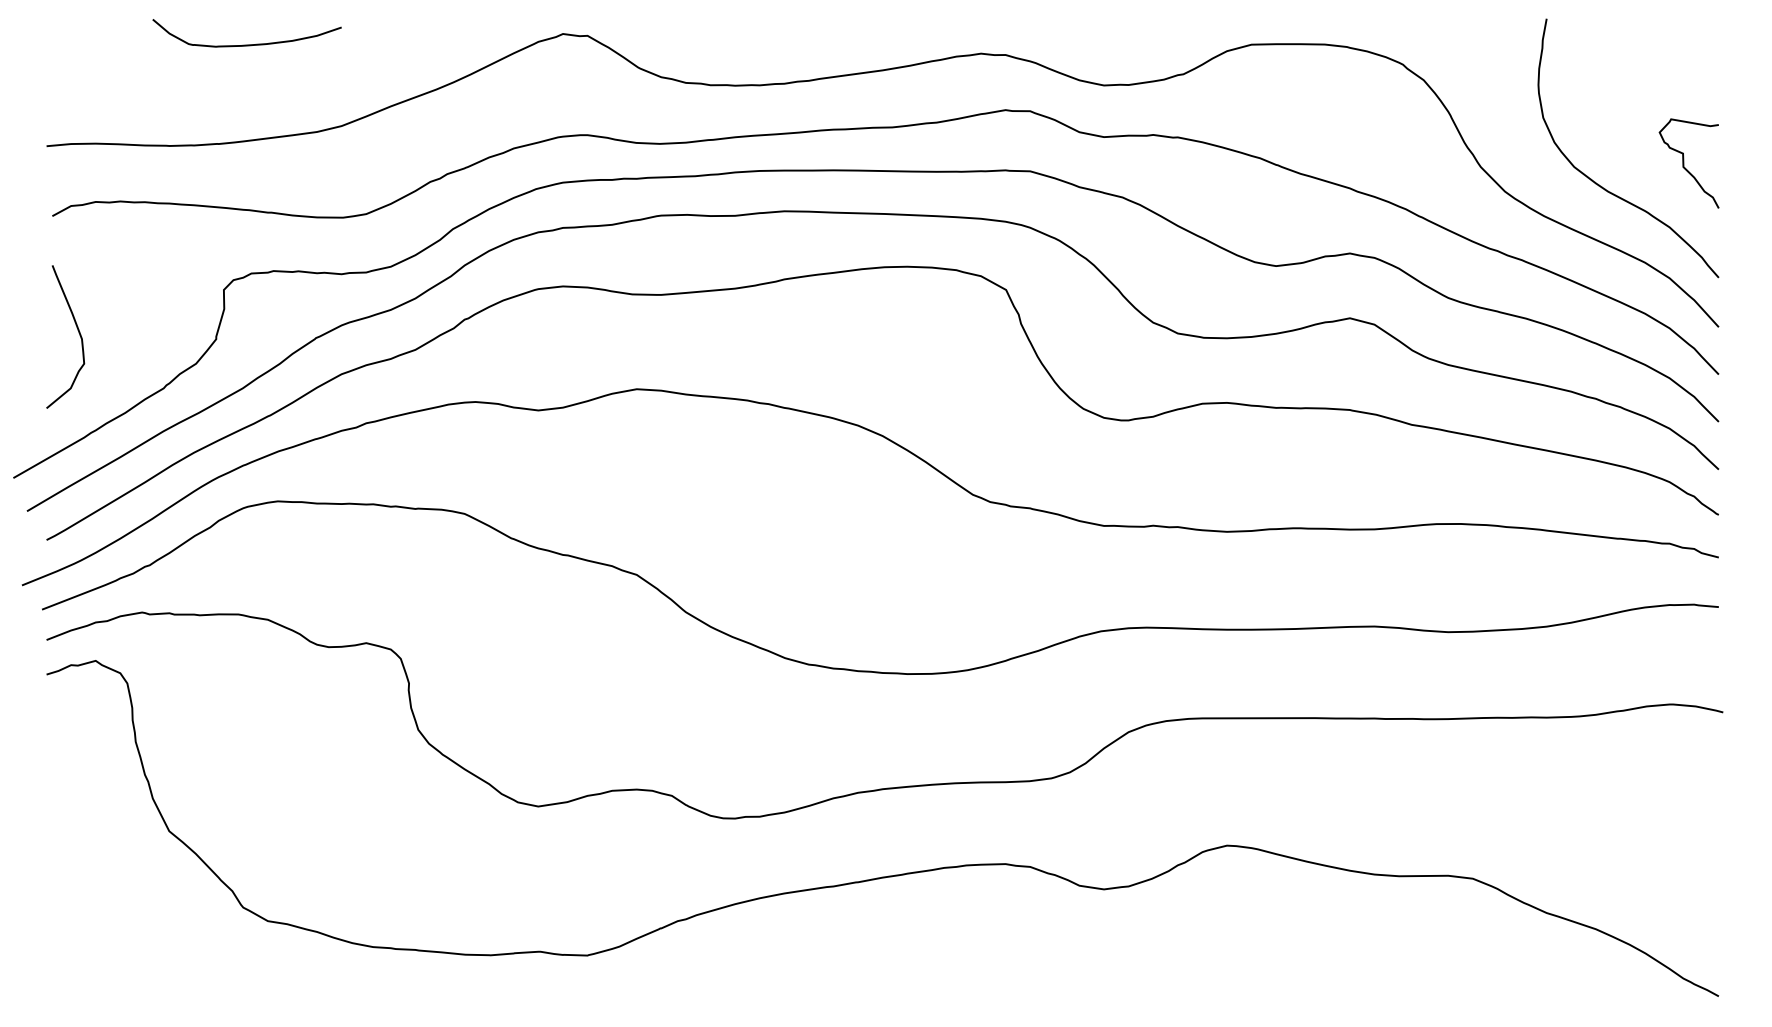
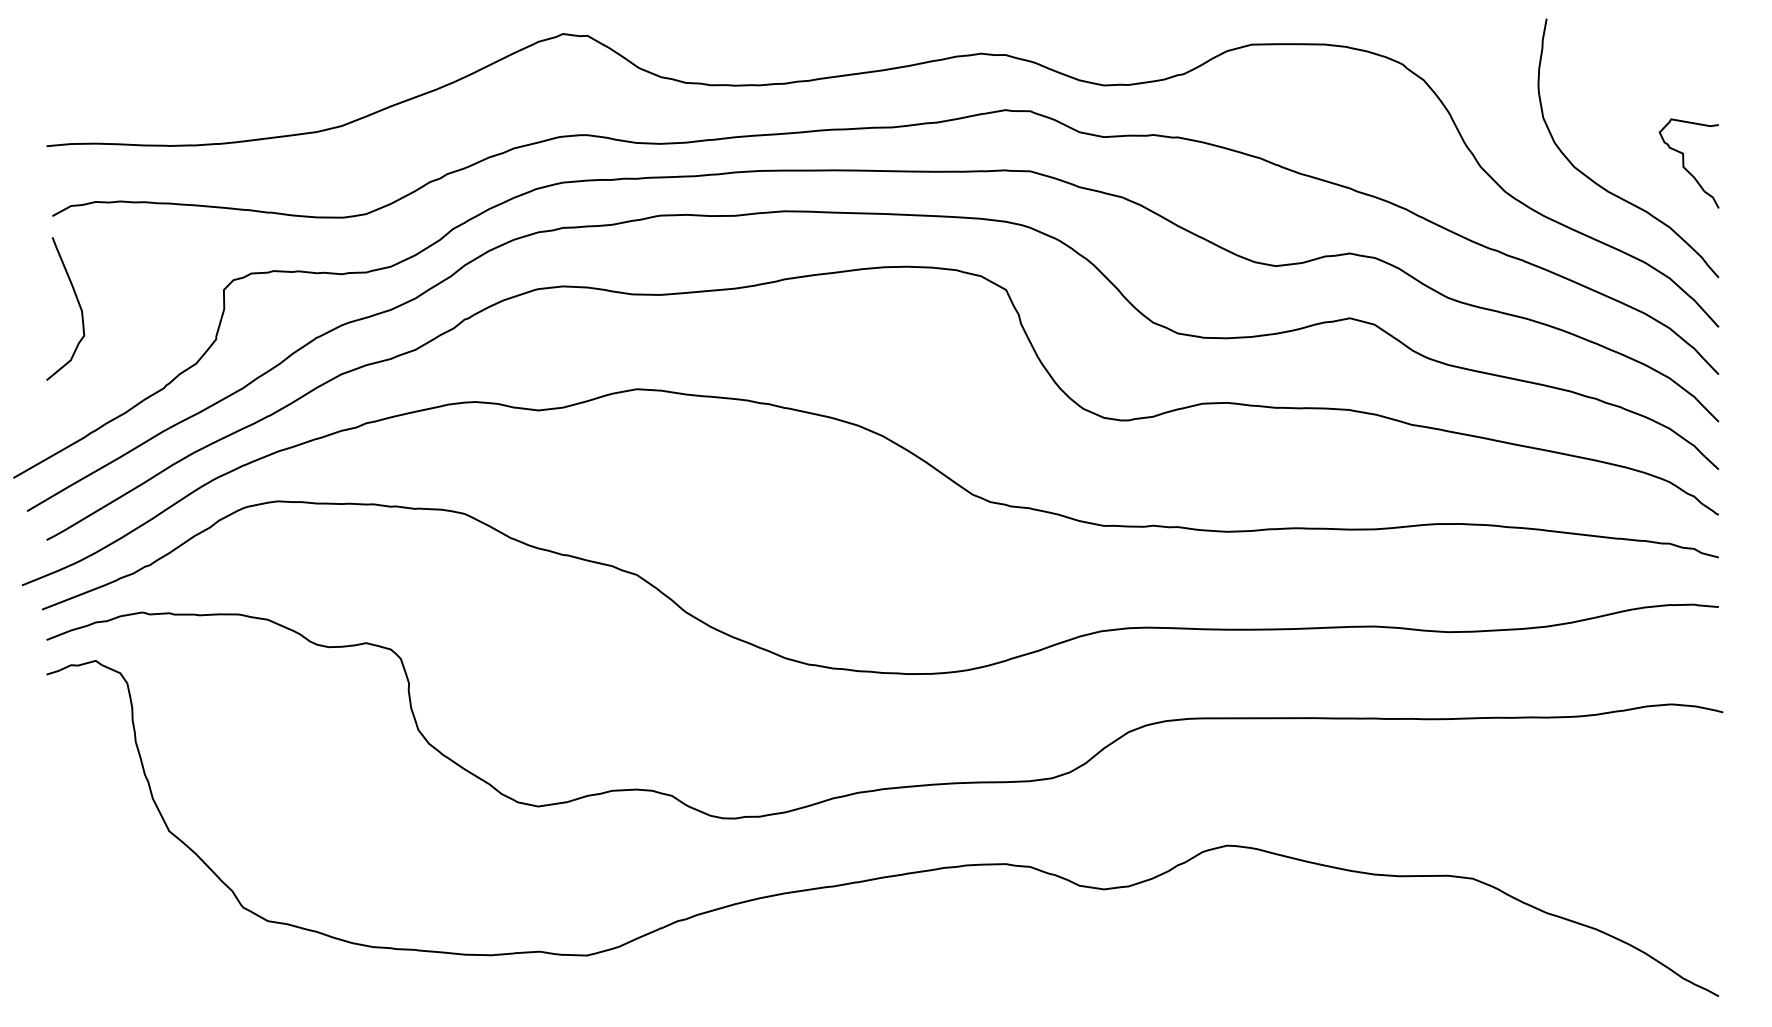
curve at (246, 44): present -> none
curve at (78, 333) position: (78, 333) -> (78, 305)
